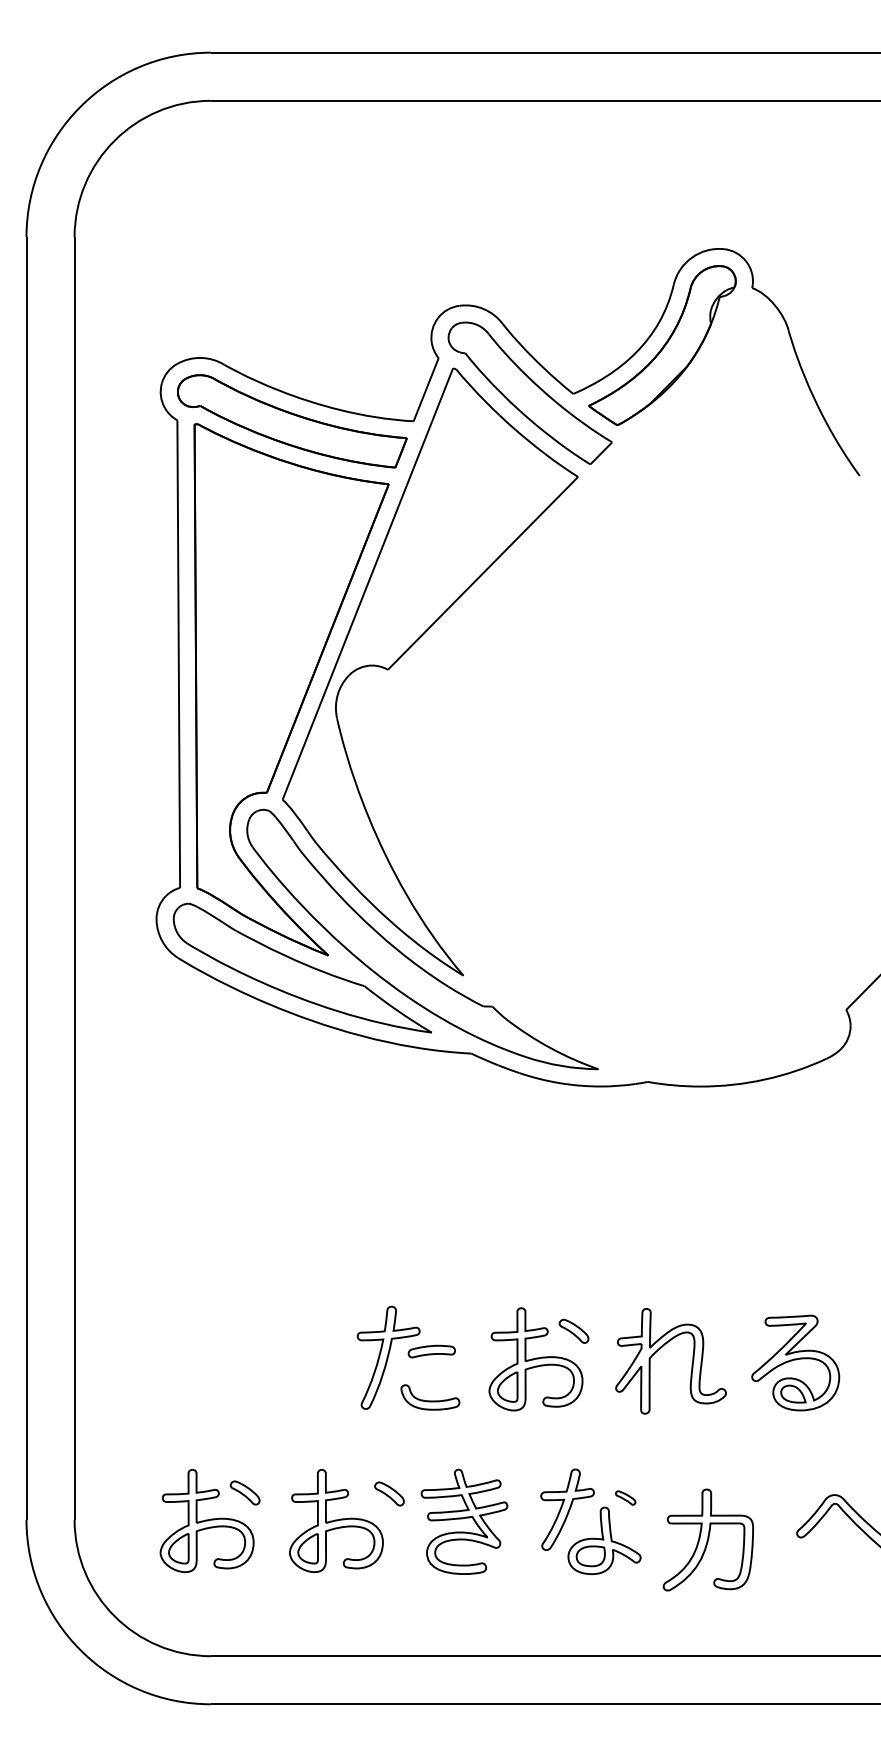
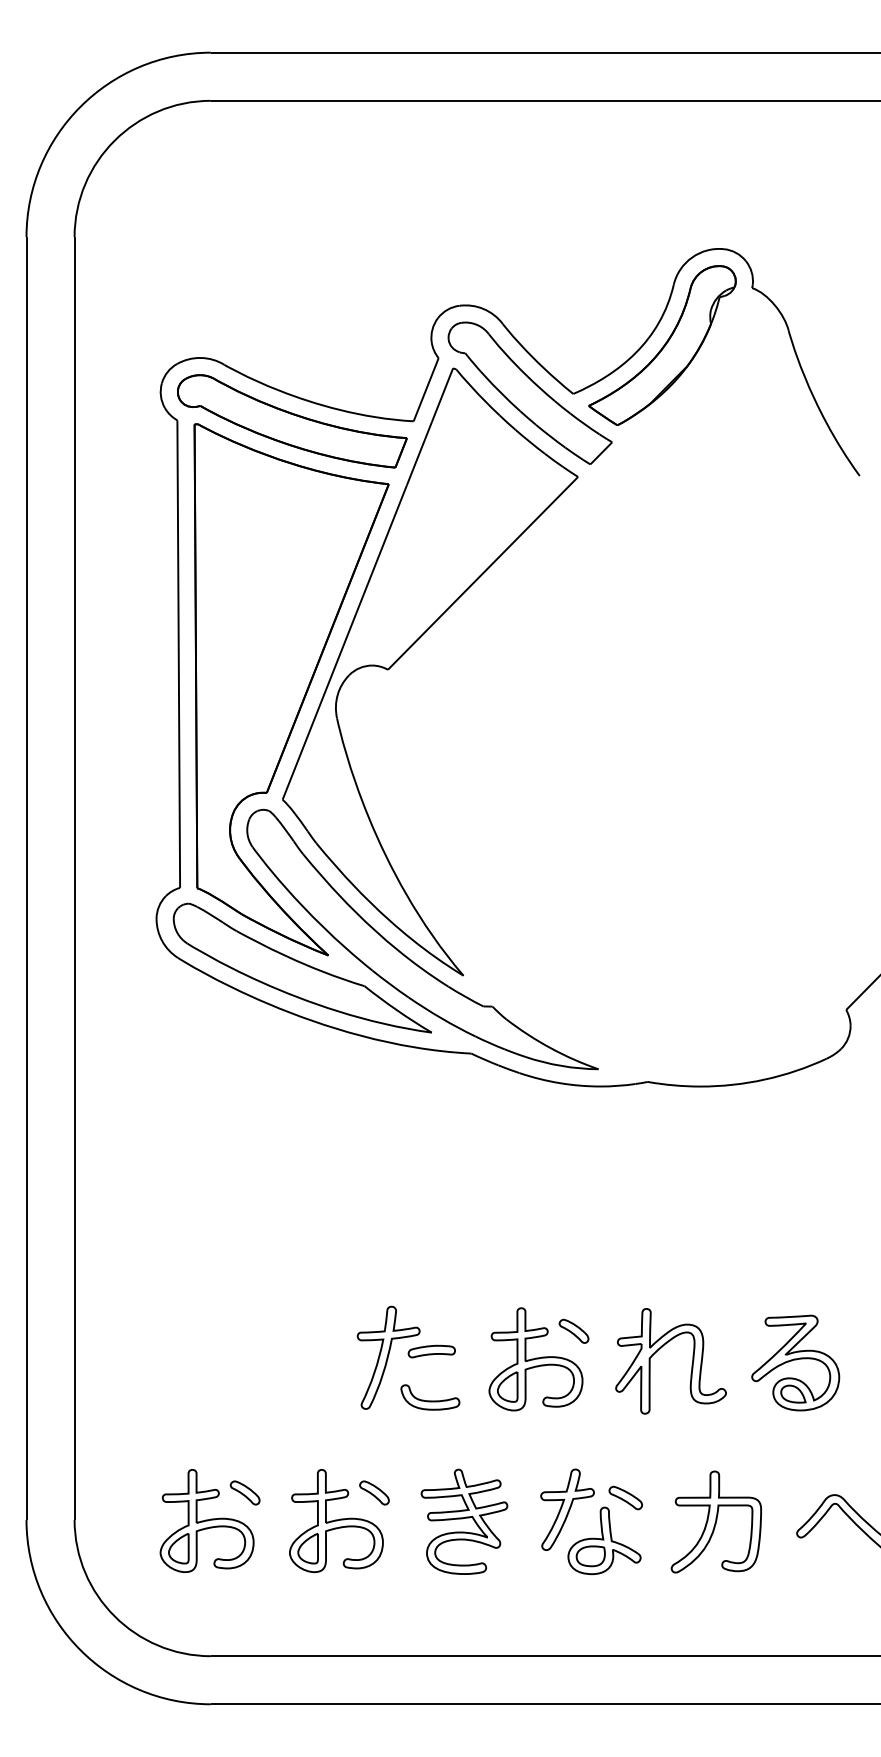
part at (389, 1493) position: (389, 1493) -> (374, 1492)
part at (625, 1497) size: 22x16 px -> 35x26 px
part at (707, 1539) position: (707, 1539) -> (715, 1521)
